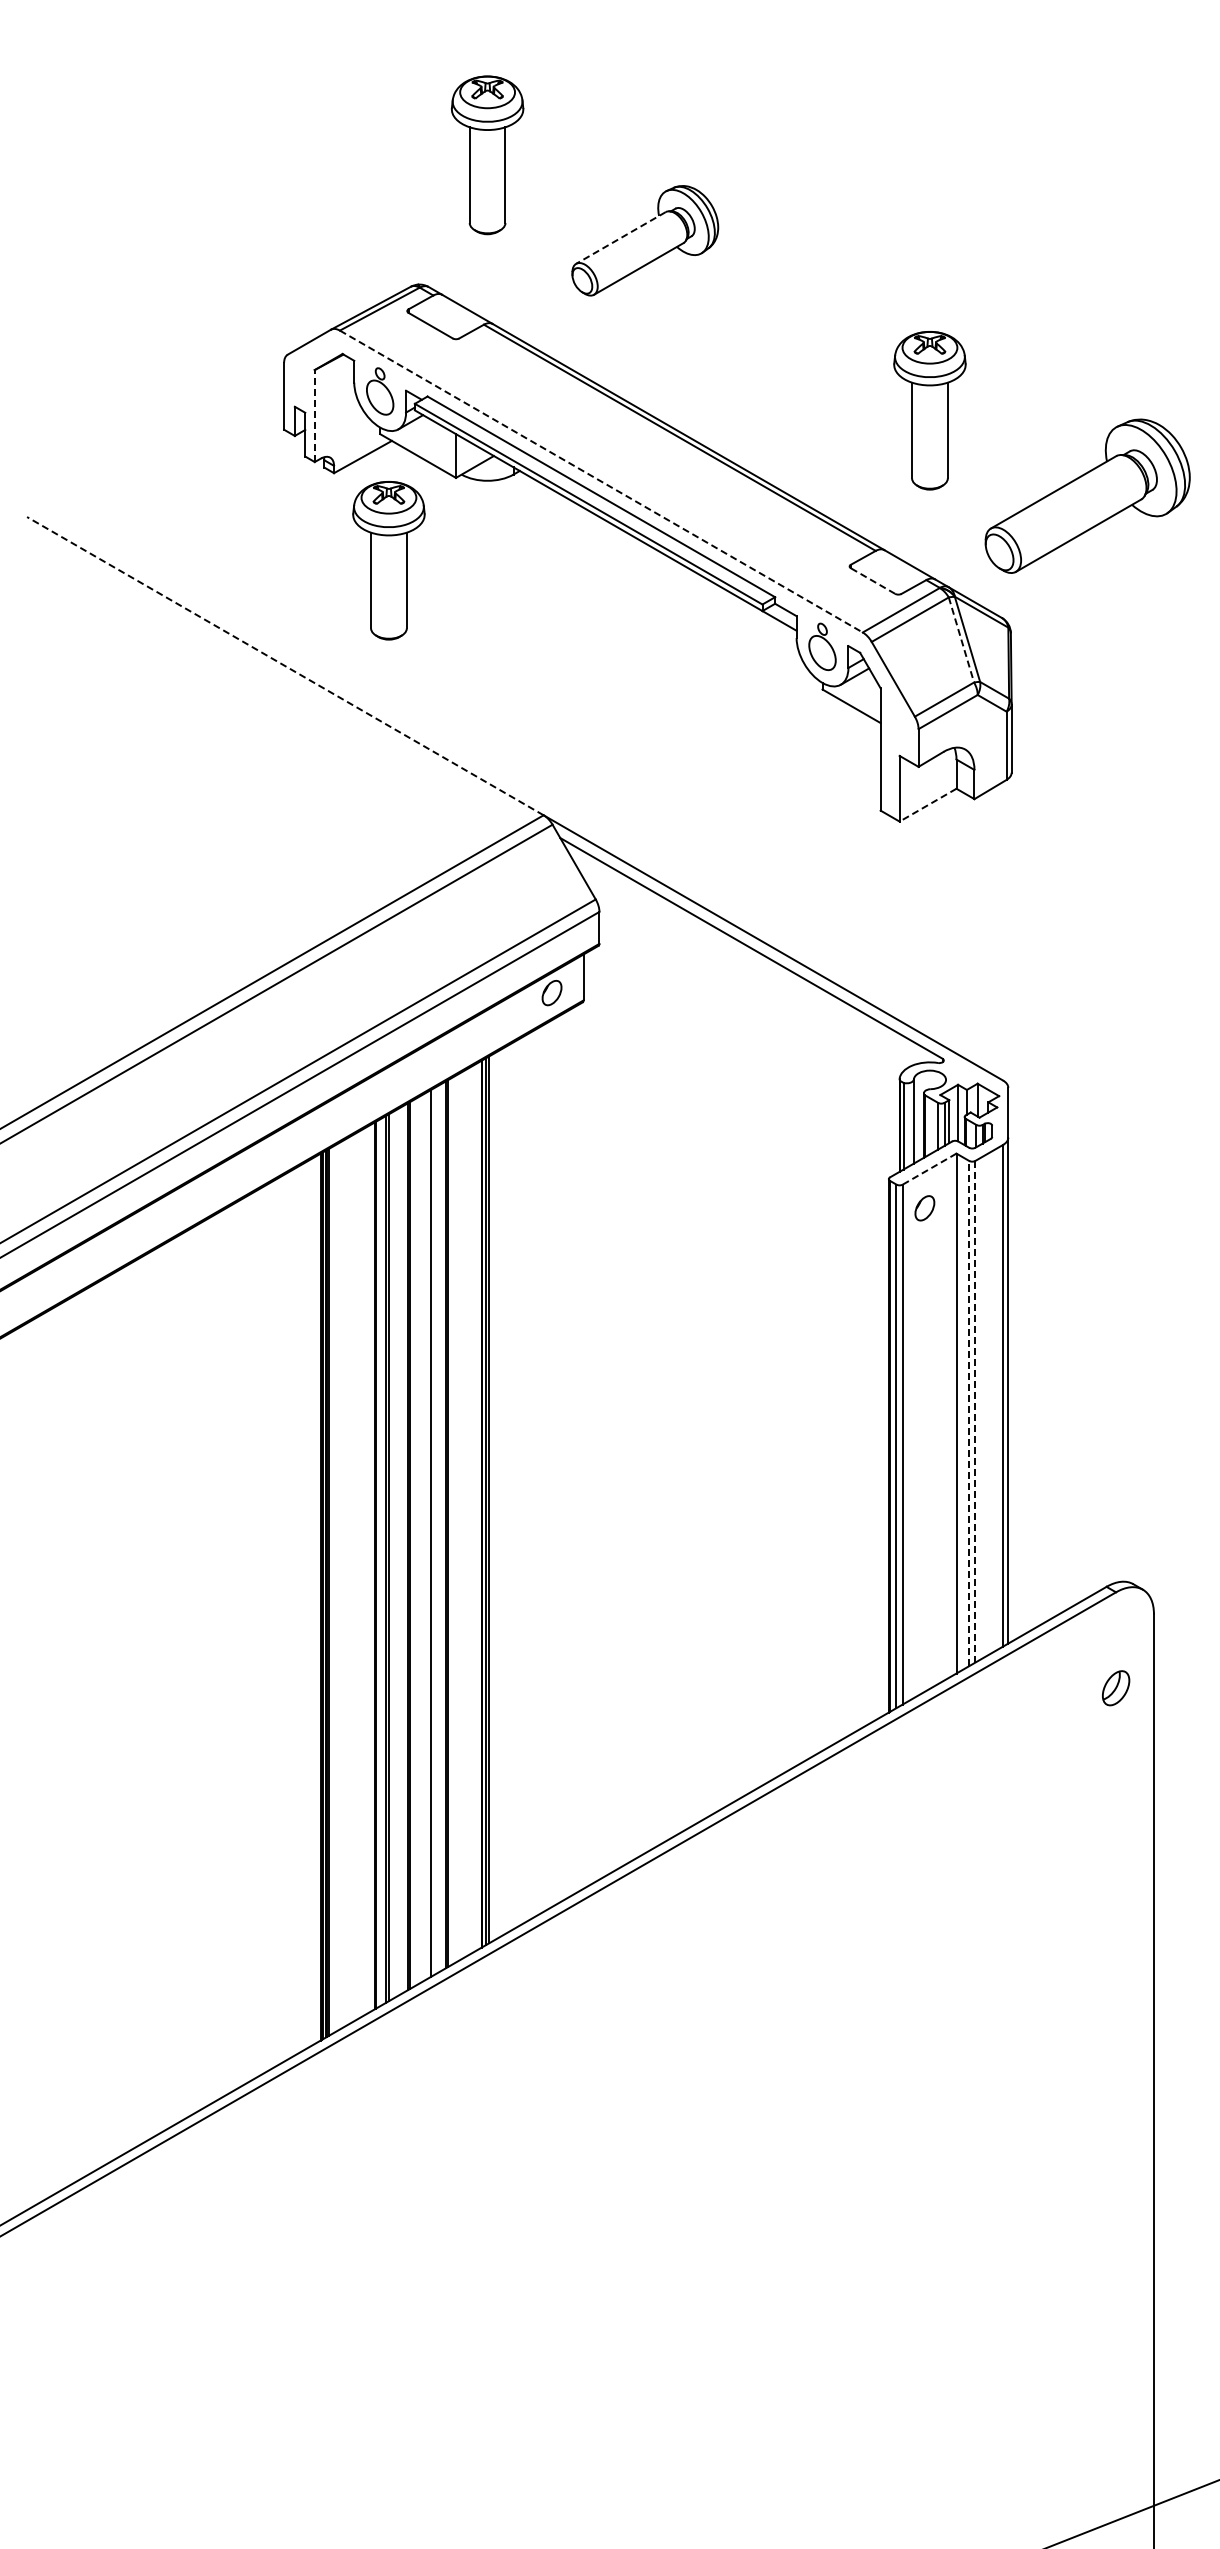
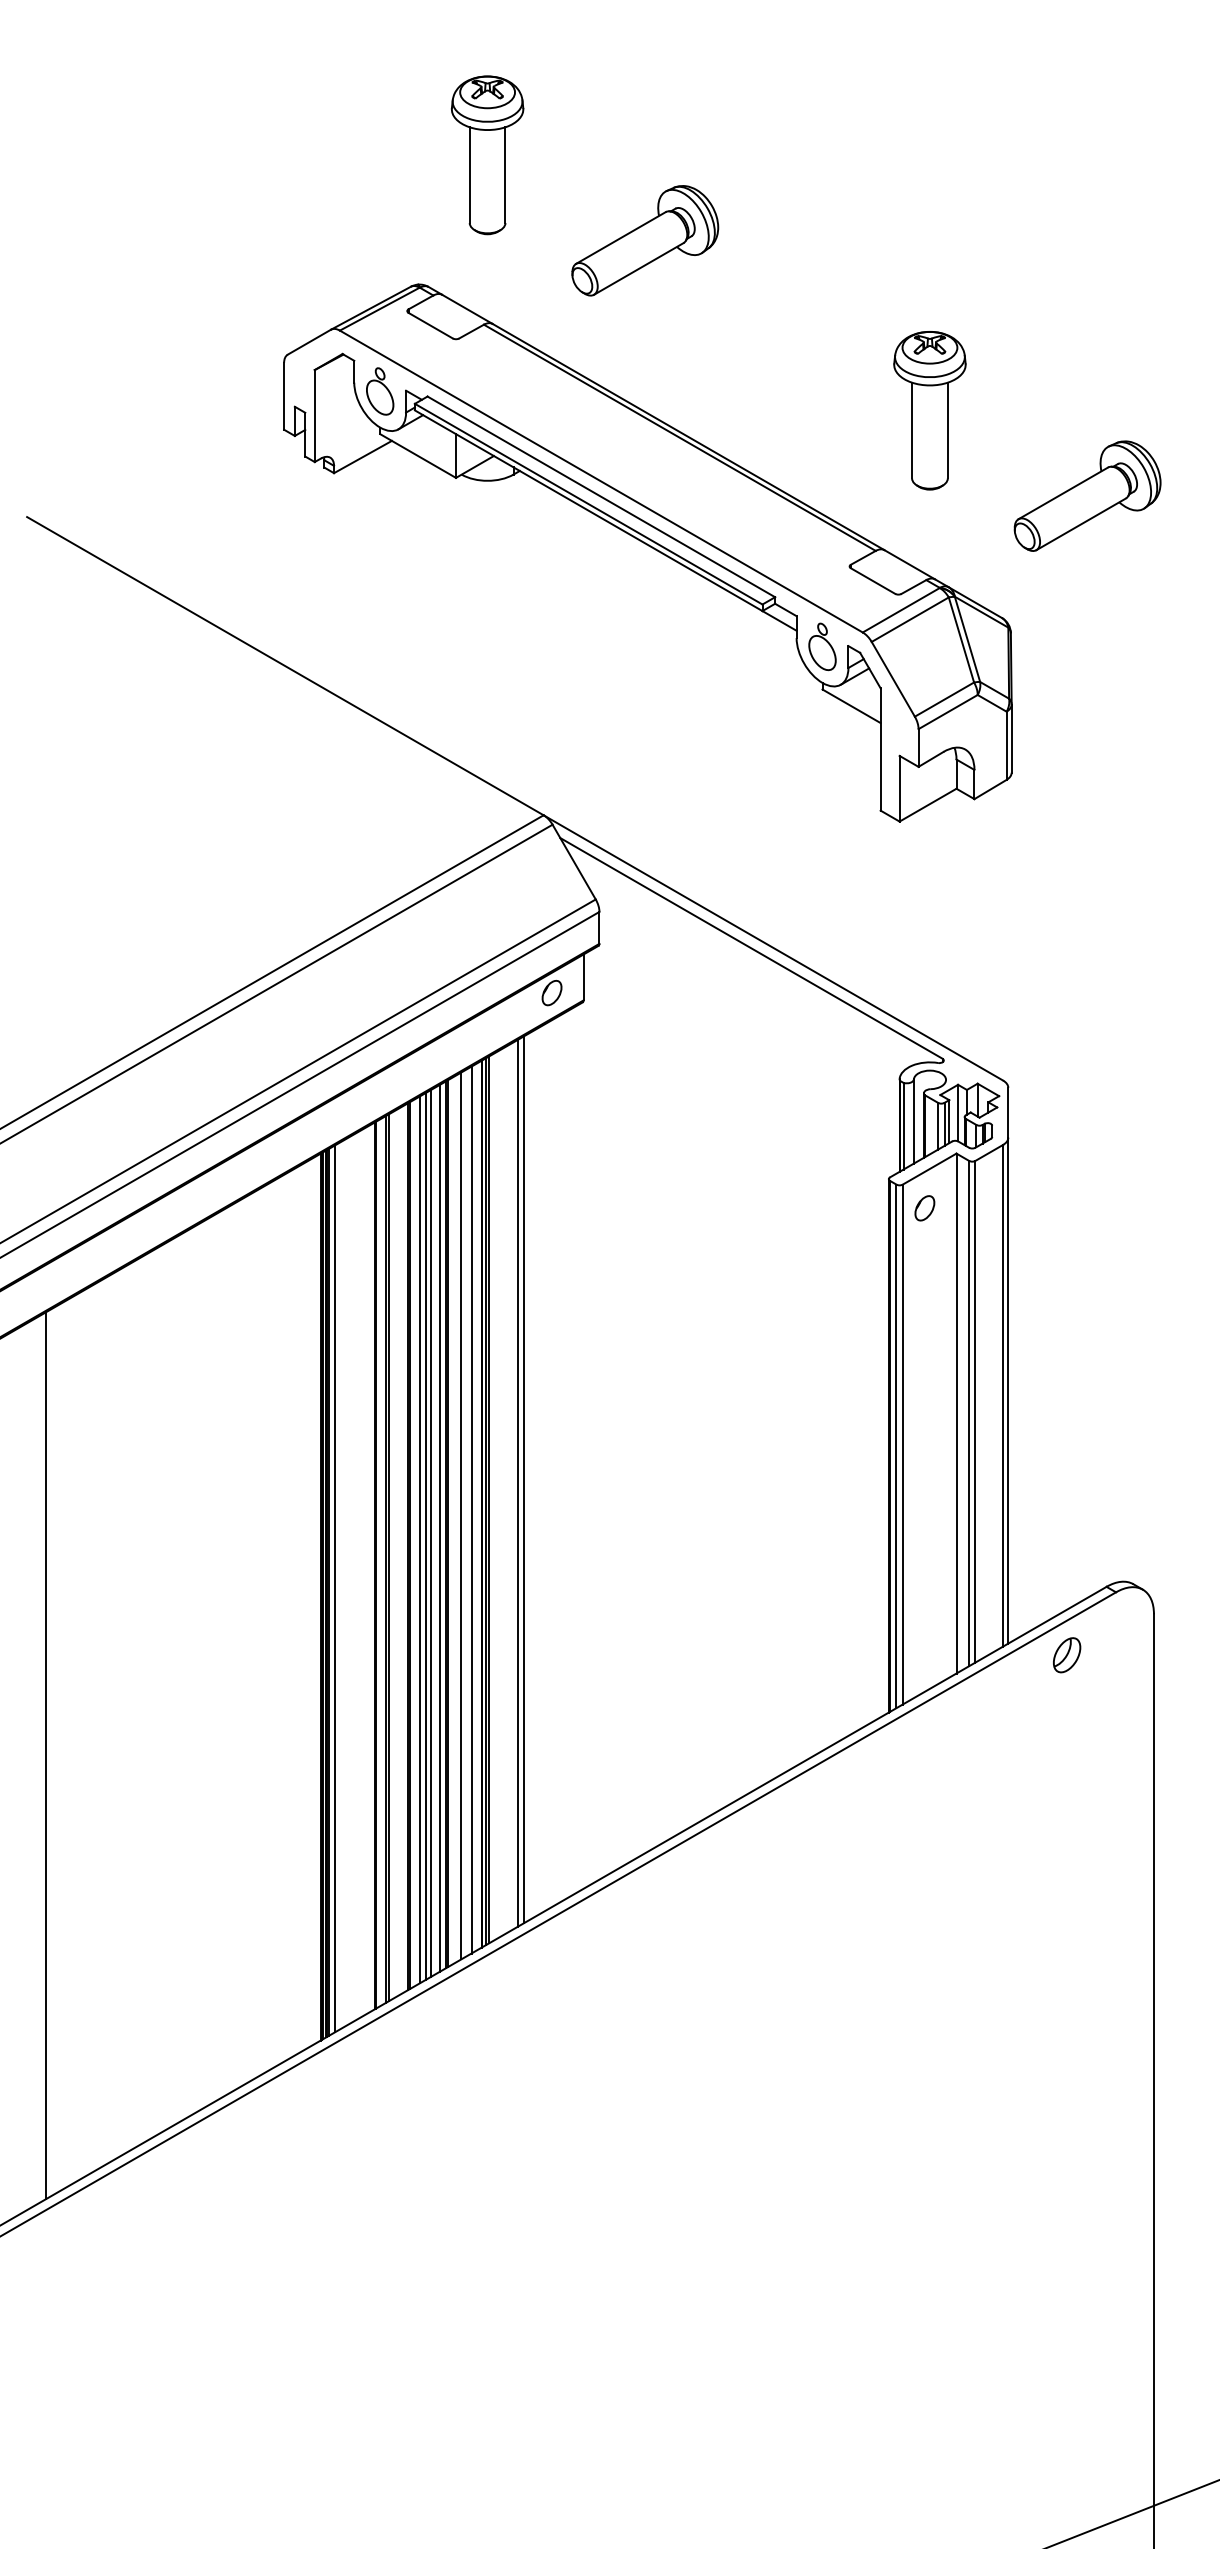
line at (620, 238): dashed -> solid
line at (314, 416): dashed -> solid
line at (601, 481): dashed -> solid
part at (1087, 495) size: 207x156 px -> 149x112 px
part at (388, 560): present -> none
line at (873, 581): dashed -> solid
line at (961, 640): dashed -> solid
line at (284, 665): dashed -> solid
line at (928, 805): dashed -> solid
line at (929, 1169): dashed -> solid
line at (975, 1411): dashed -> solid
line at (969, 1413): dashed -> solid
line at (524, 1479): none -> present
line at (517, 1482): none -> present
line at (471, 1509): none -> present
line at (461, 1515): none -> present
line at (439, 1527): none -> present
line at (426, 1535): none -> present
line at (419, 1539): none -> present
line at (334, 1588): none -> present
part at (1116, 1688) position: (1116, 1688) -> (1067, 1655)
line at (45, 1755): none -> present
